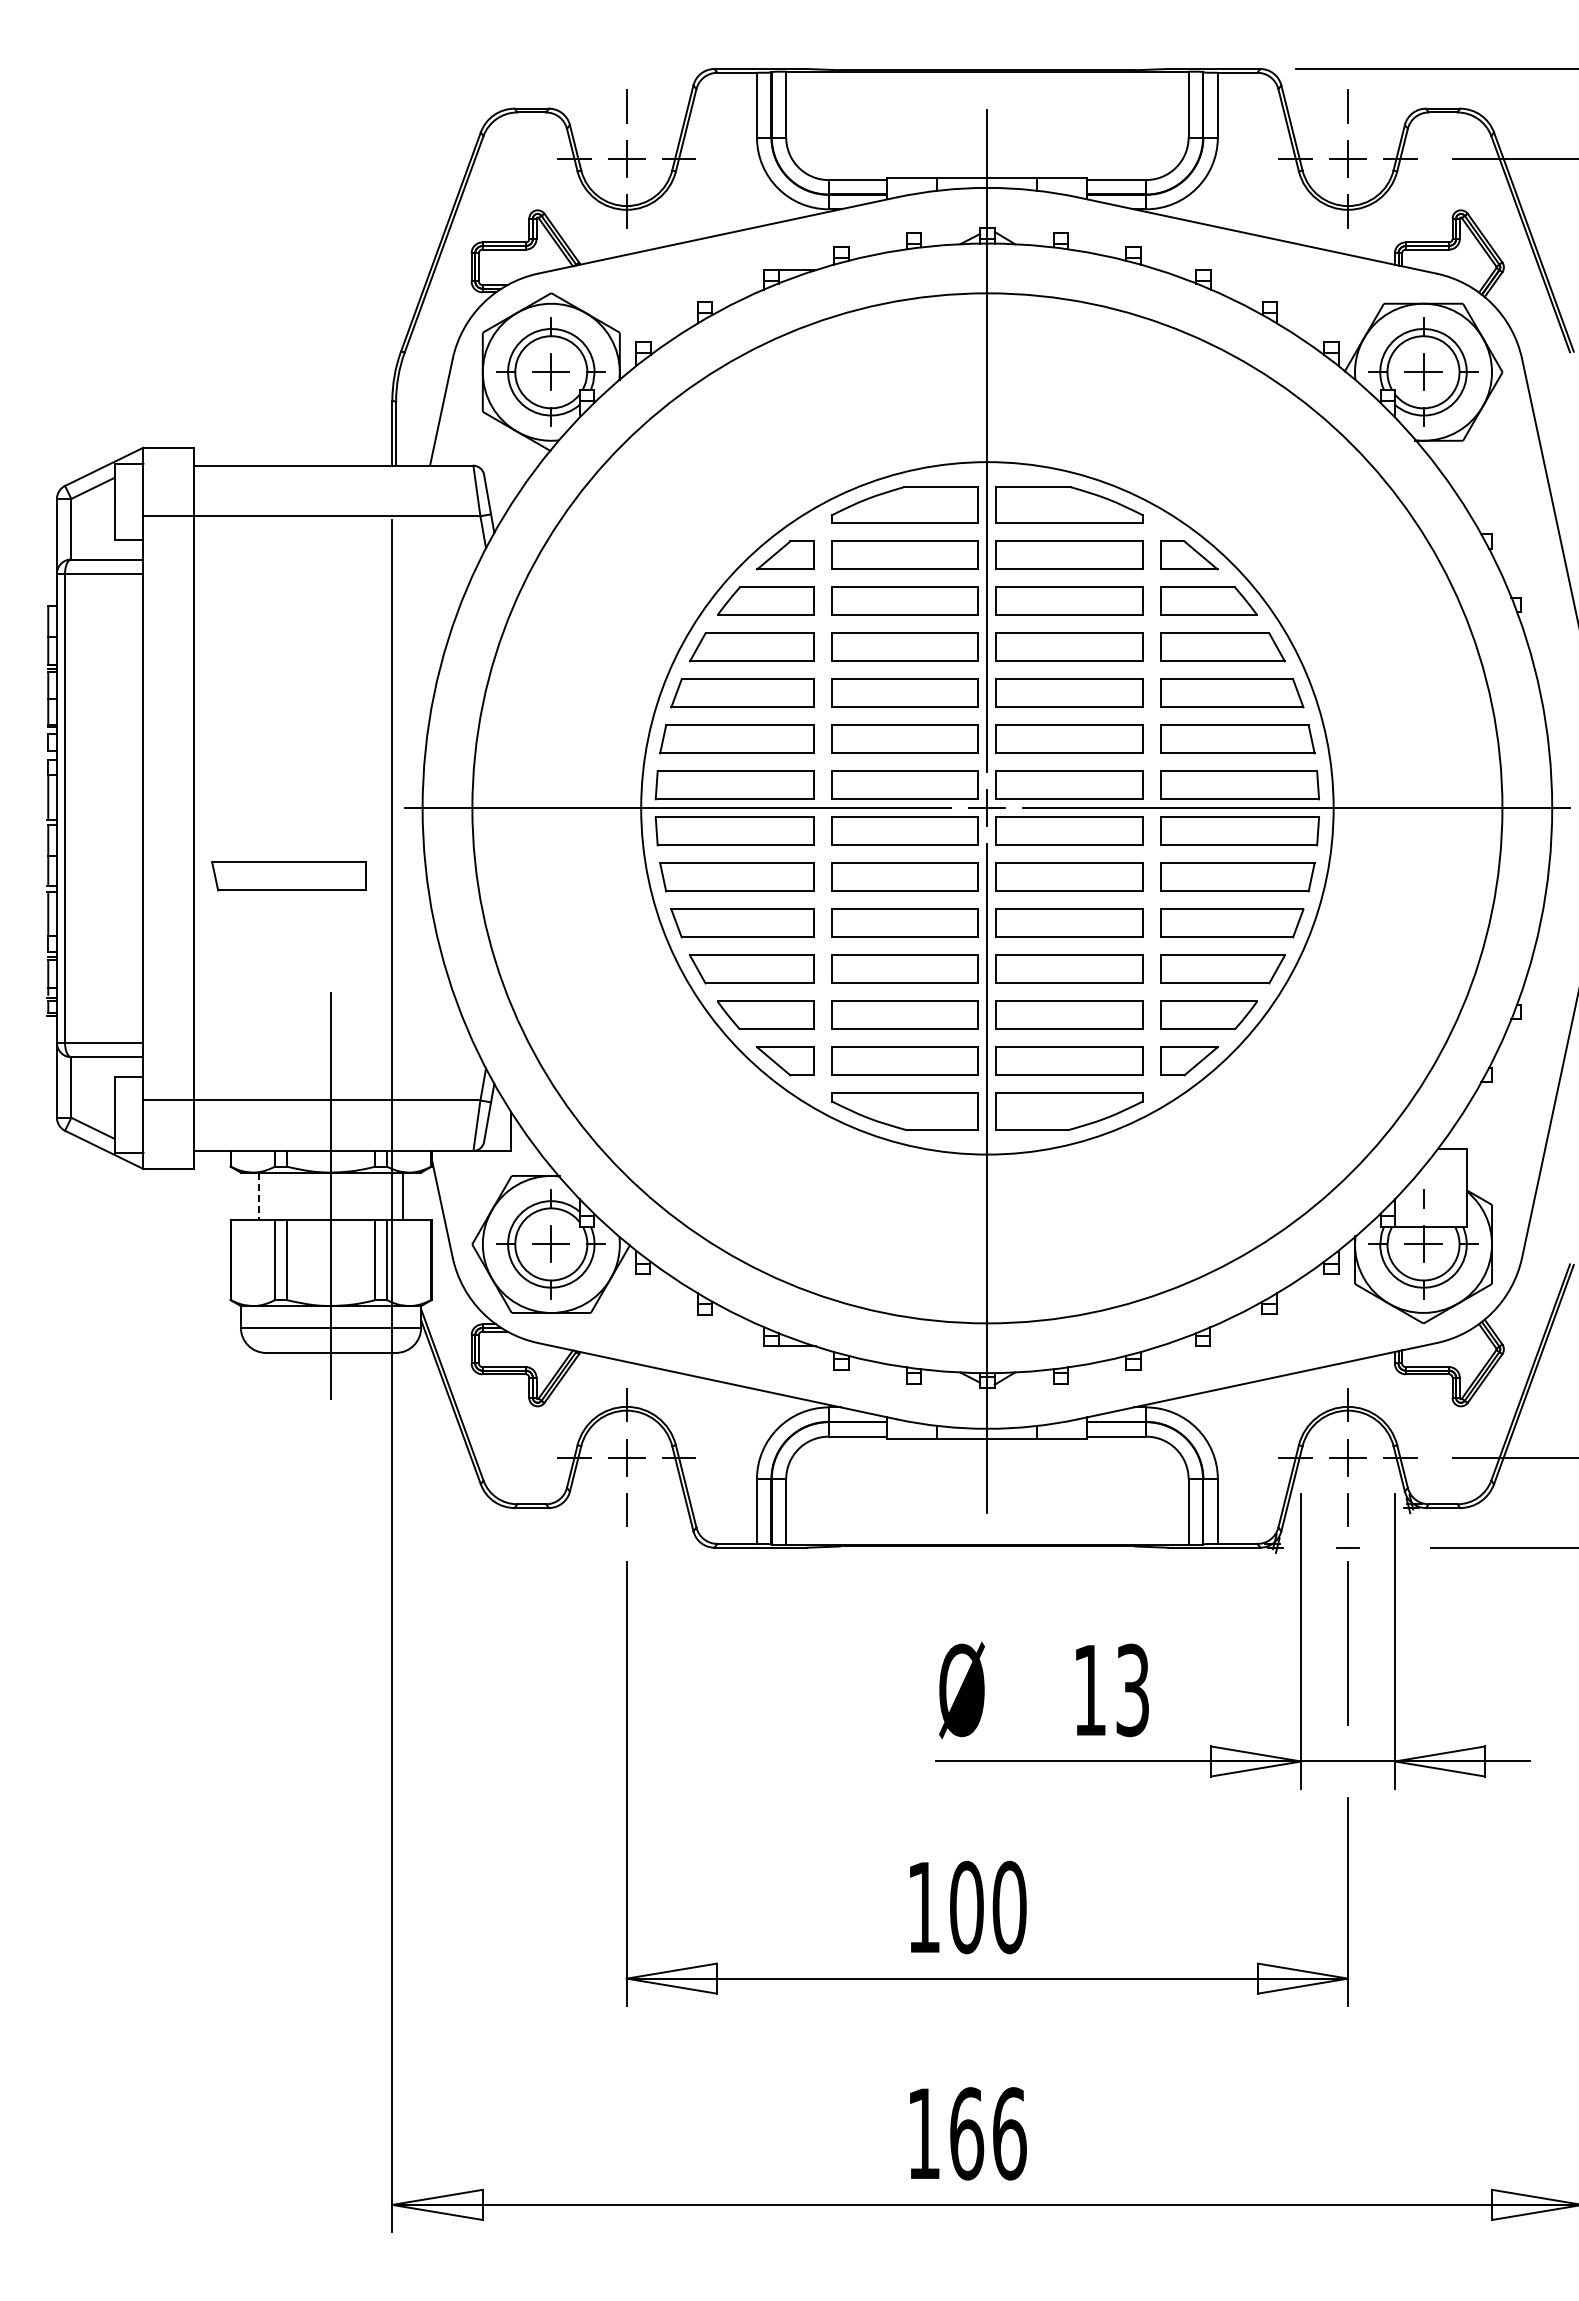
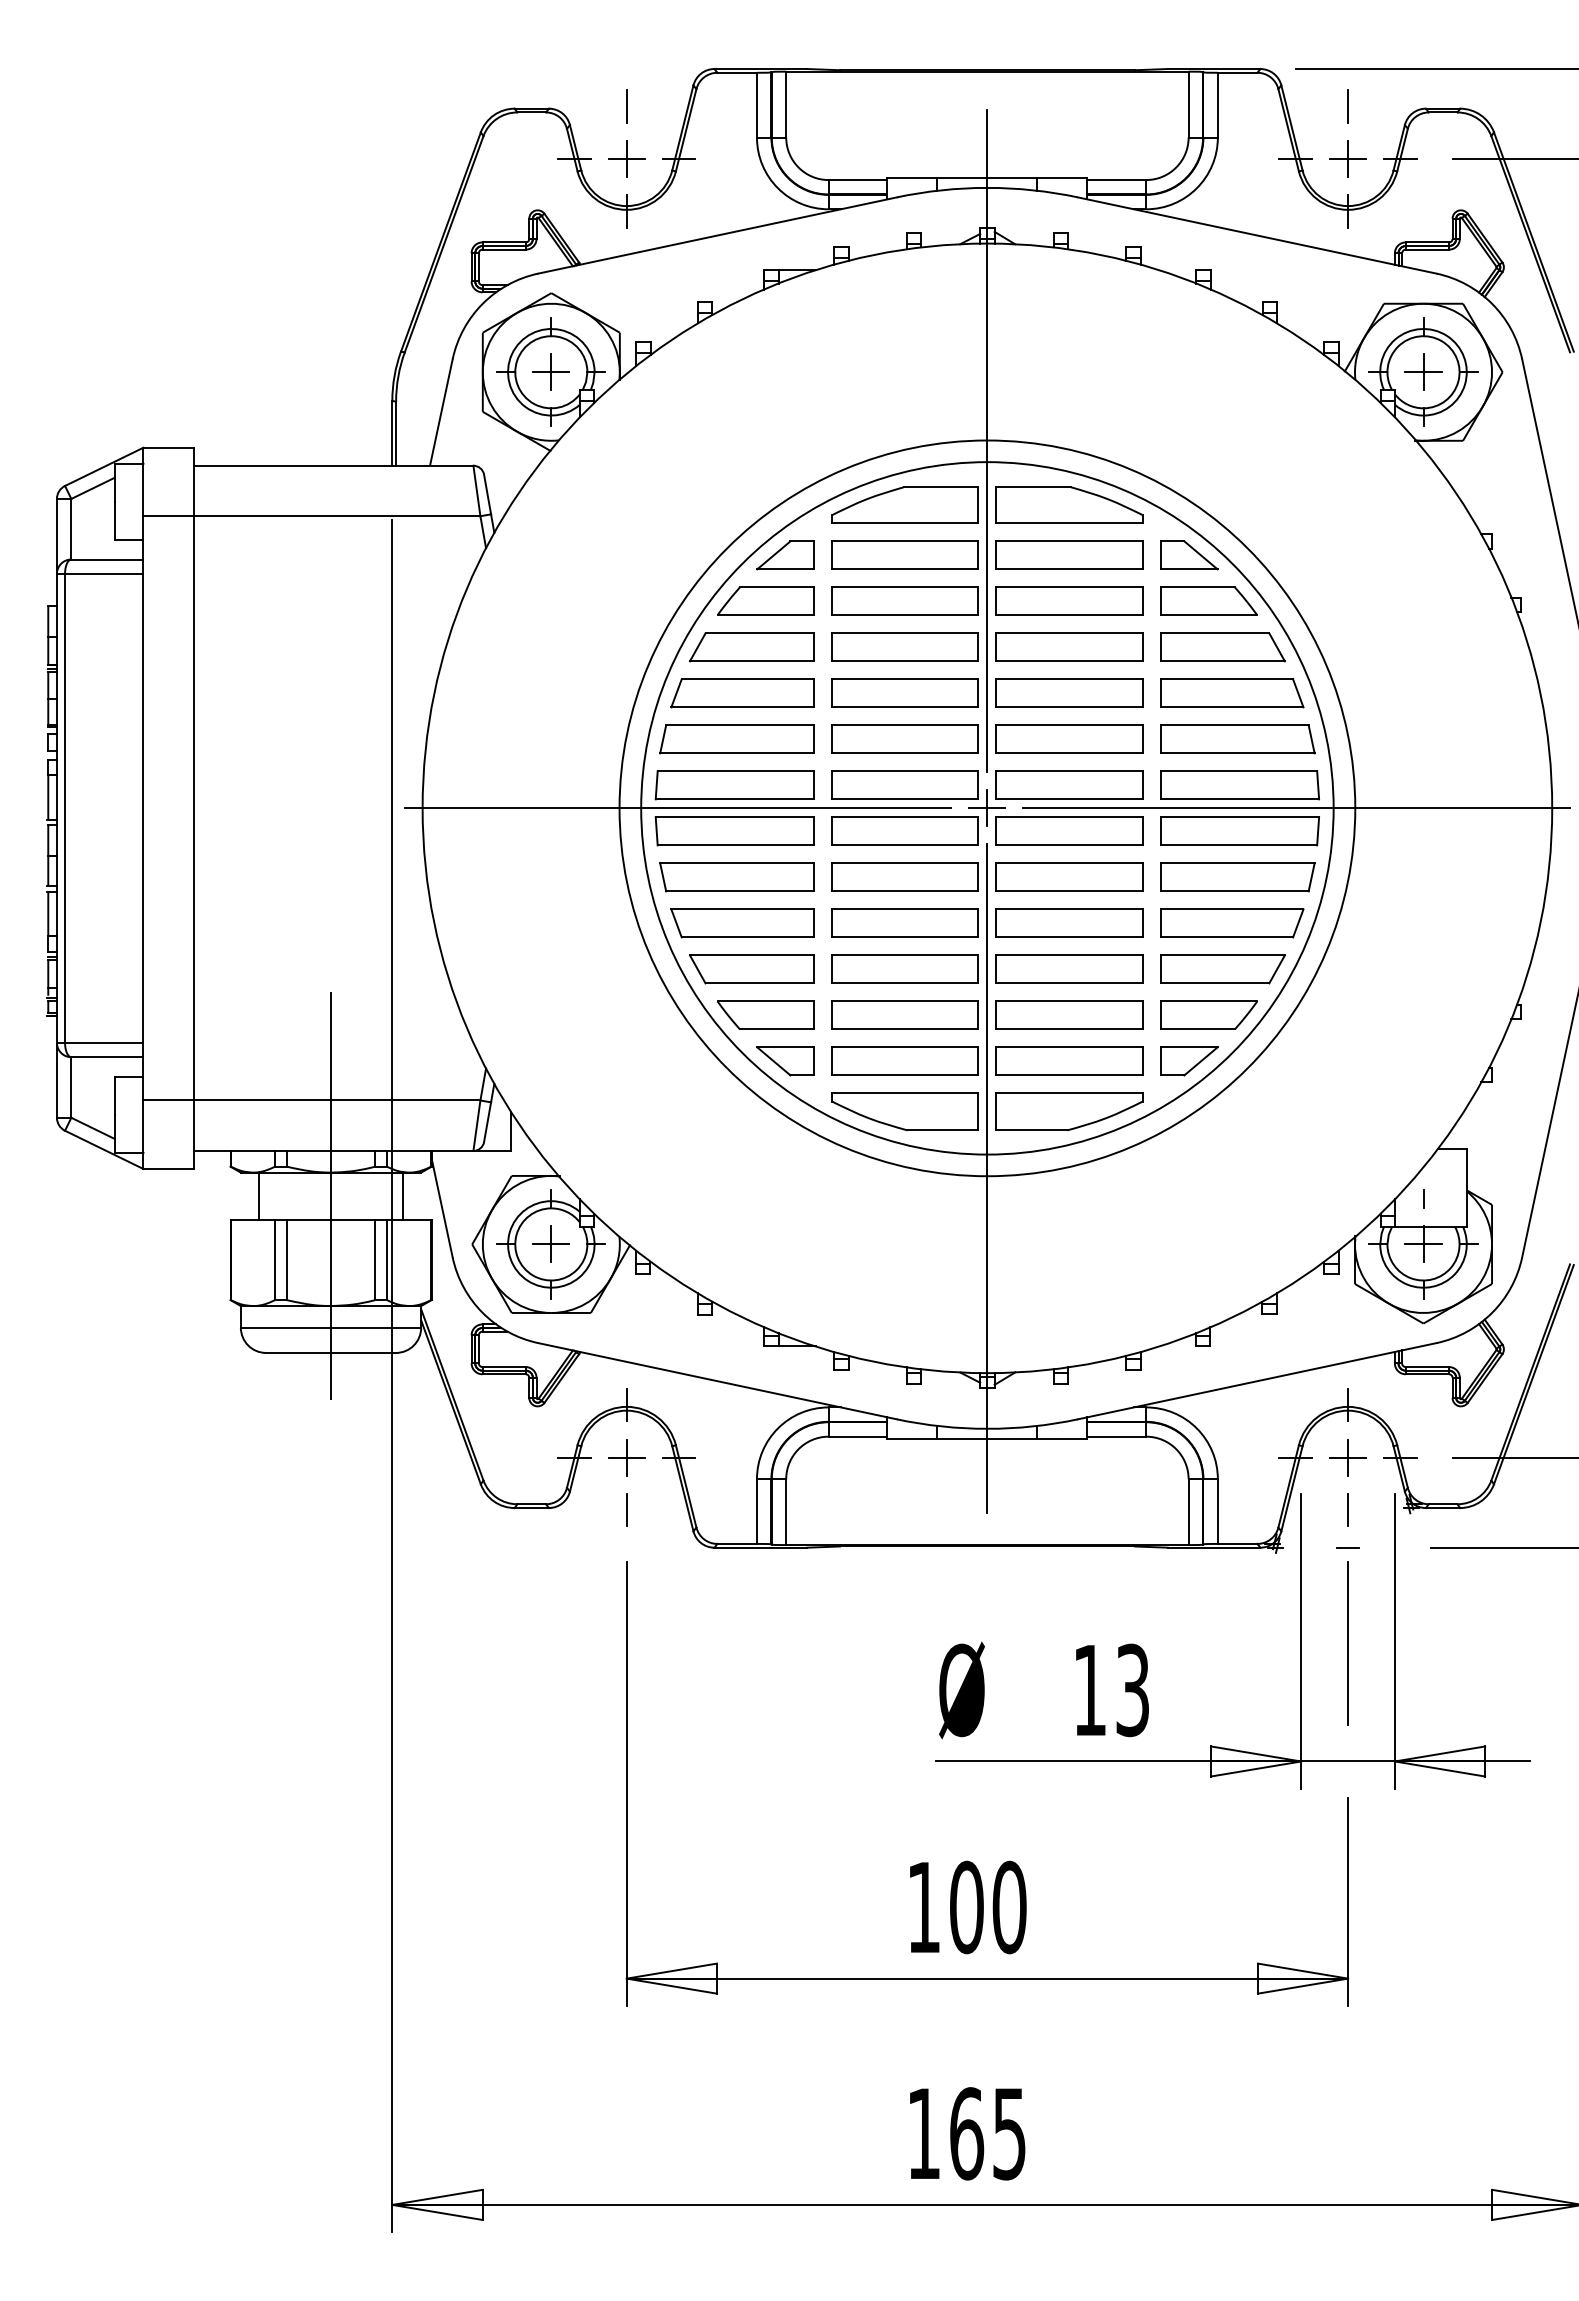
circle at (987, 808) diameter: 1030 px -> 736 px
part at (288, 876): present -> none
line at (258, 1196): dashed -> solid
text at (1009, 2133): 166 -> 165
